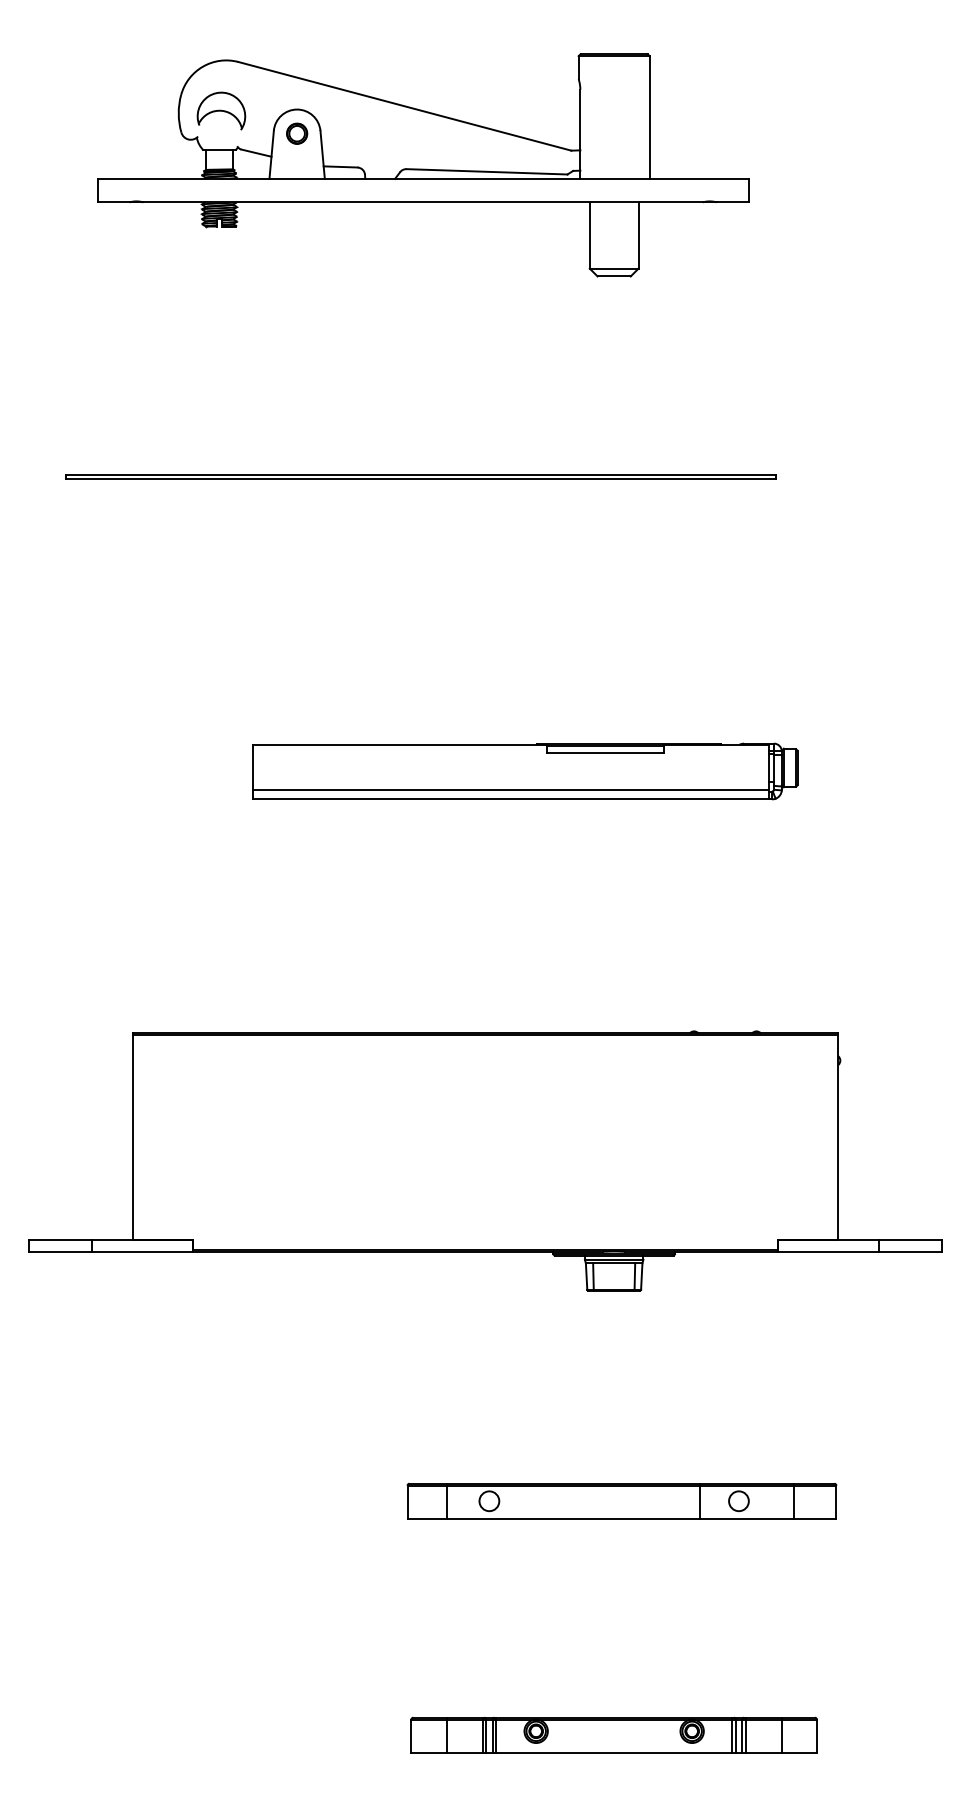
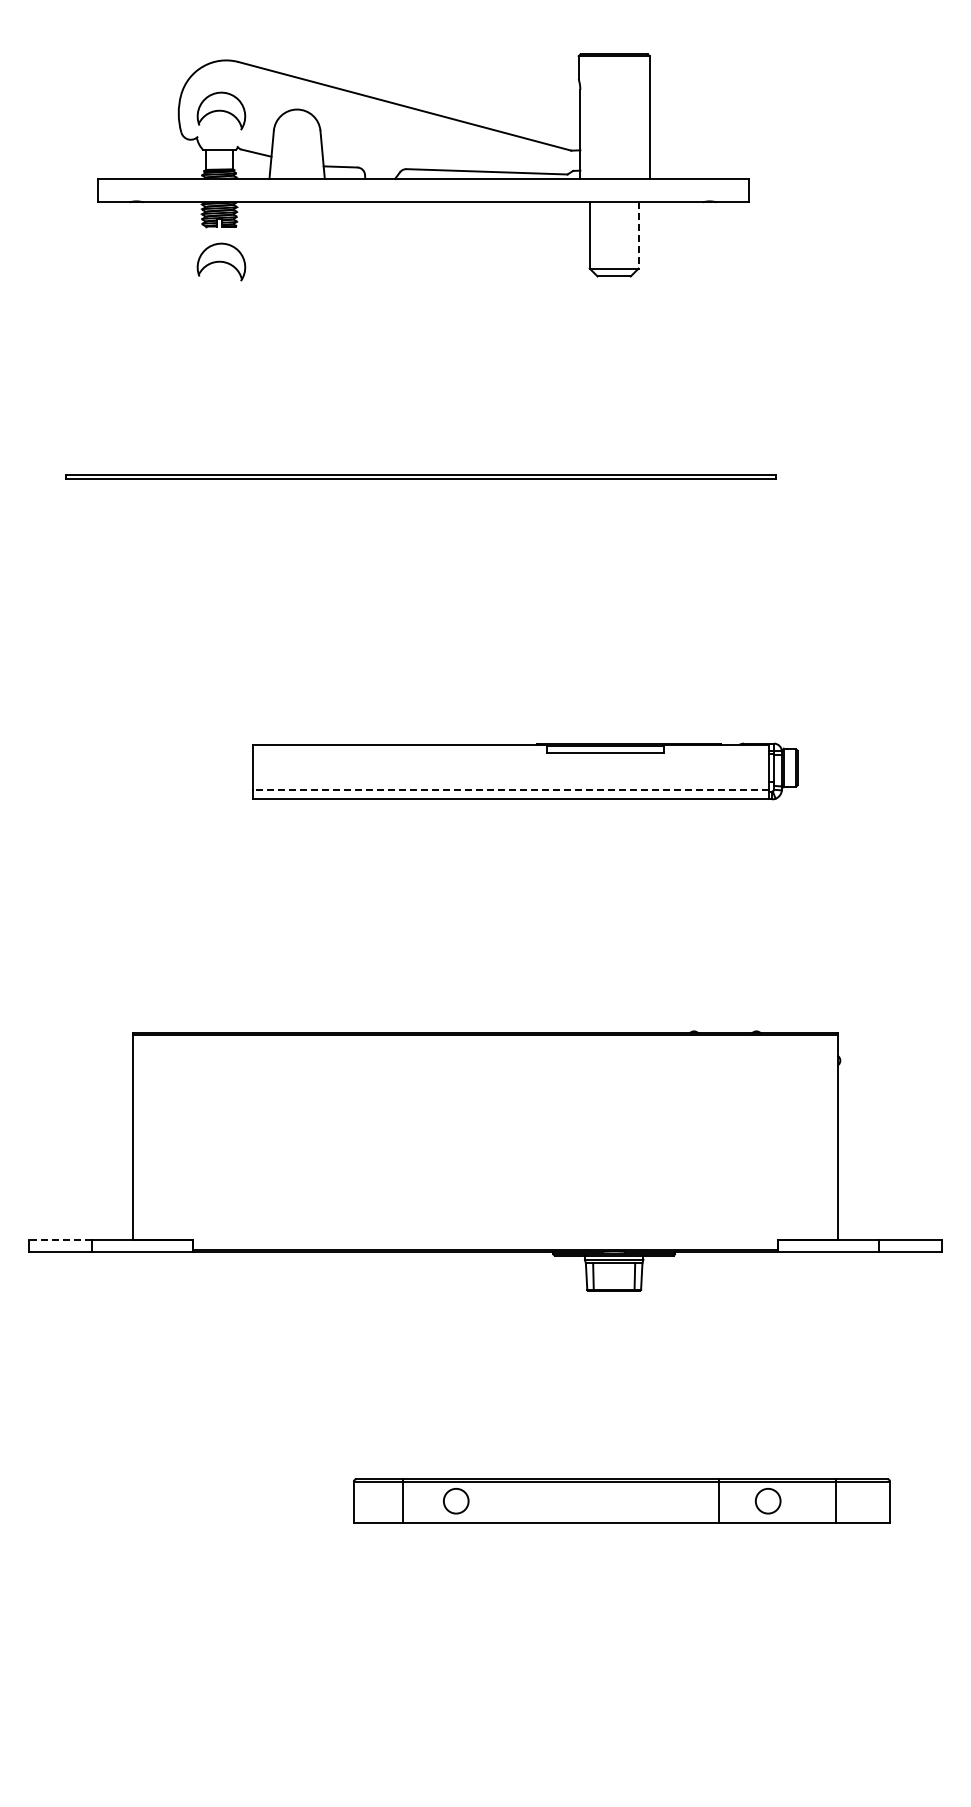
part at (297, 133): present -> none
line at (638, 236): solid -> dashed
part at (221, 261): none -> present
line at (511, 789): solid -> dashed
line at (59, 1240): solid -> dashed
part at (621, 1501) size: 432x37 px -> 538x46 px
part at (613, 1734): present -> none
